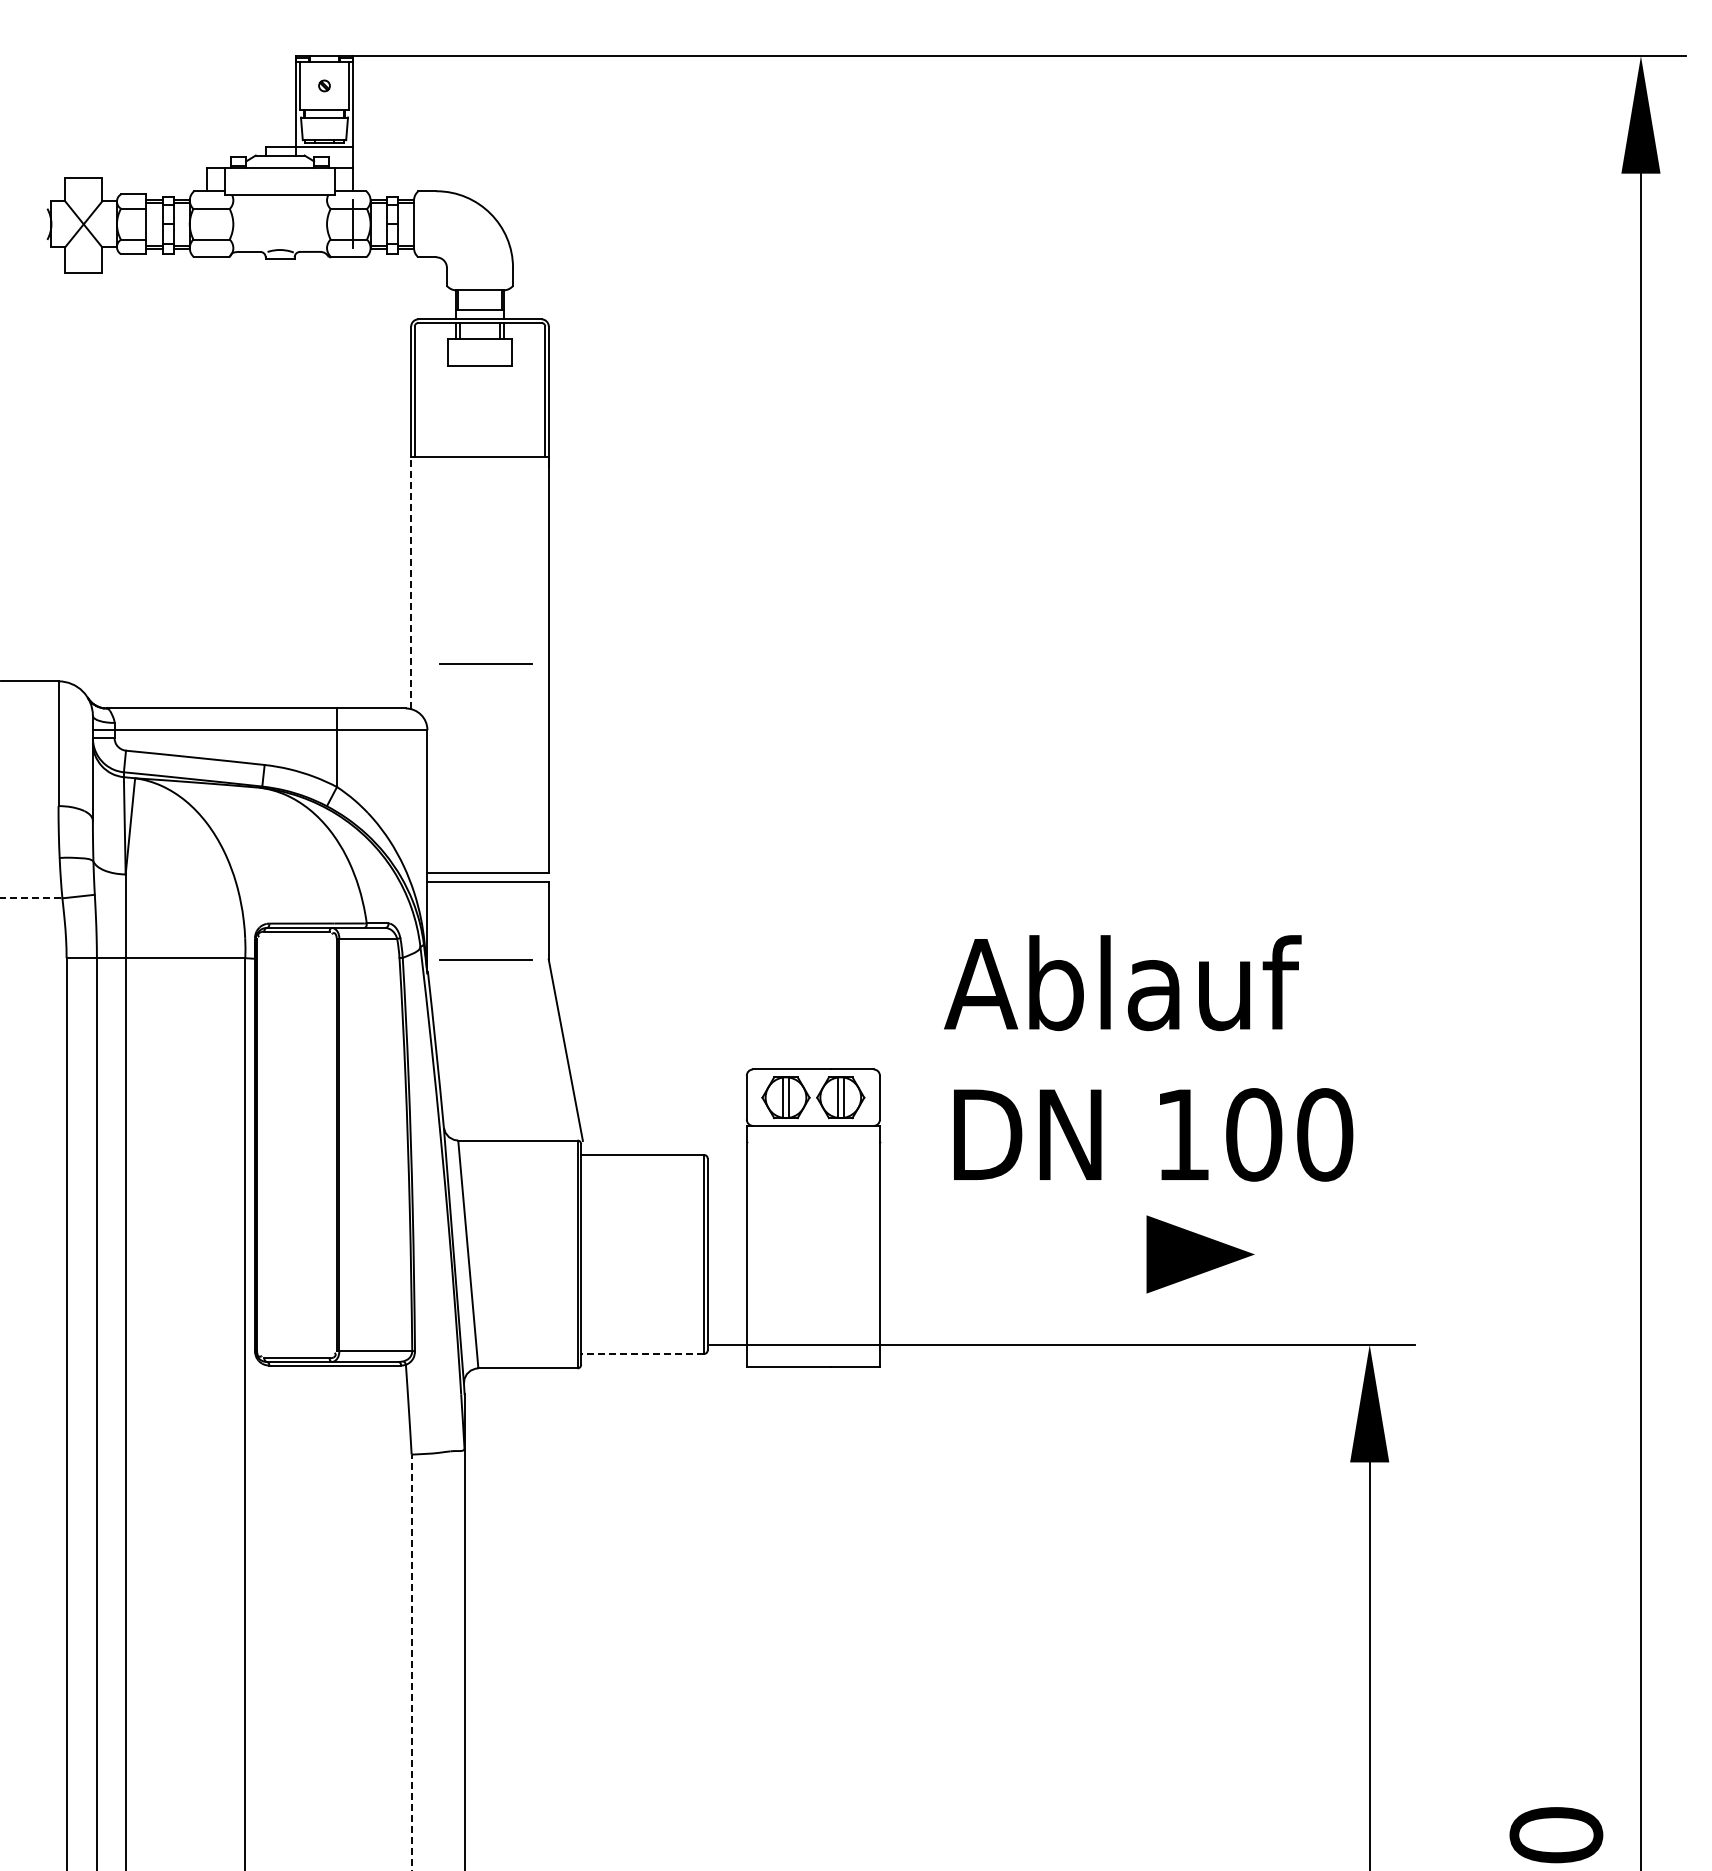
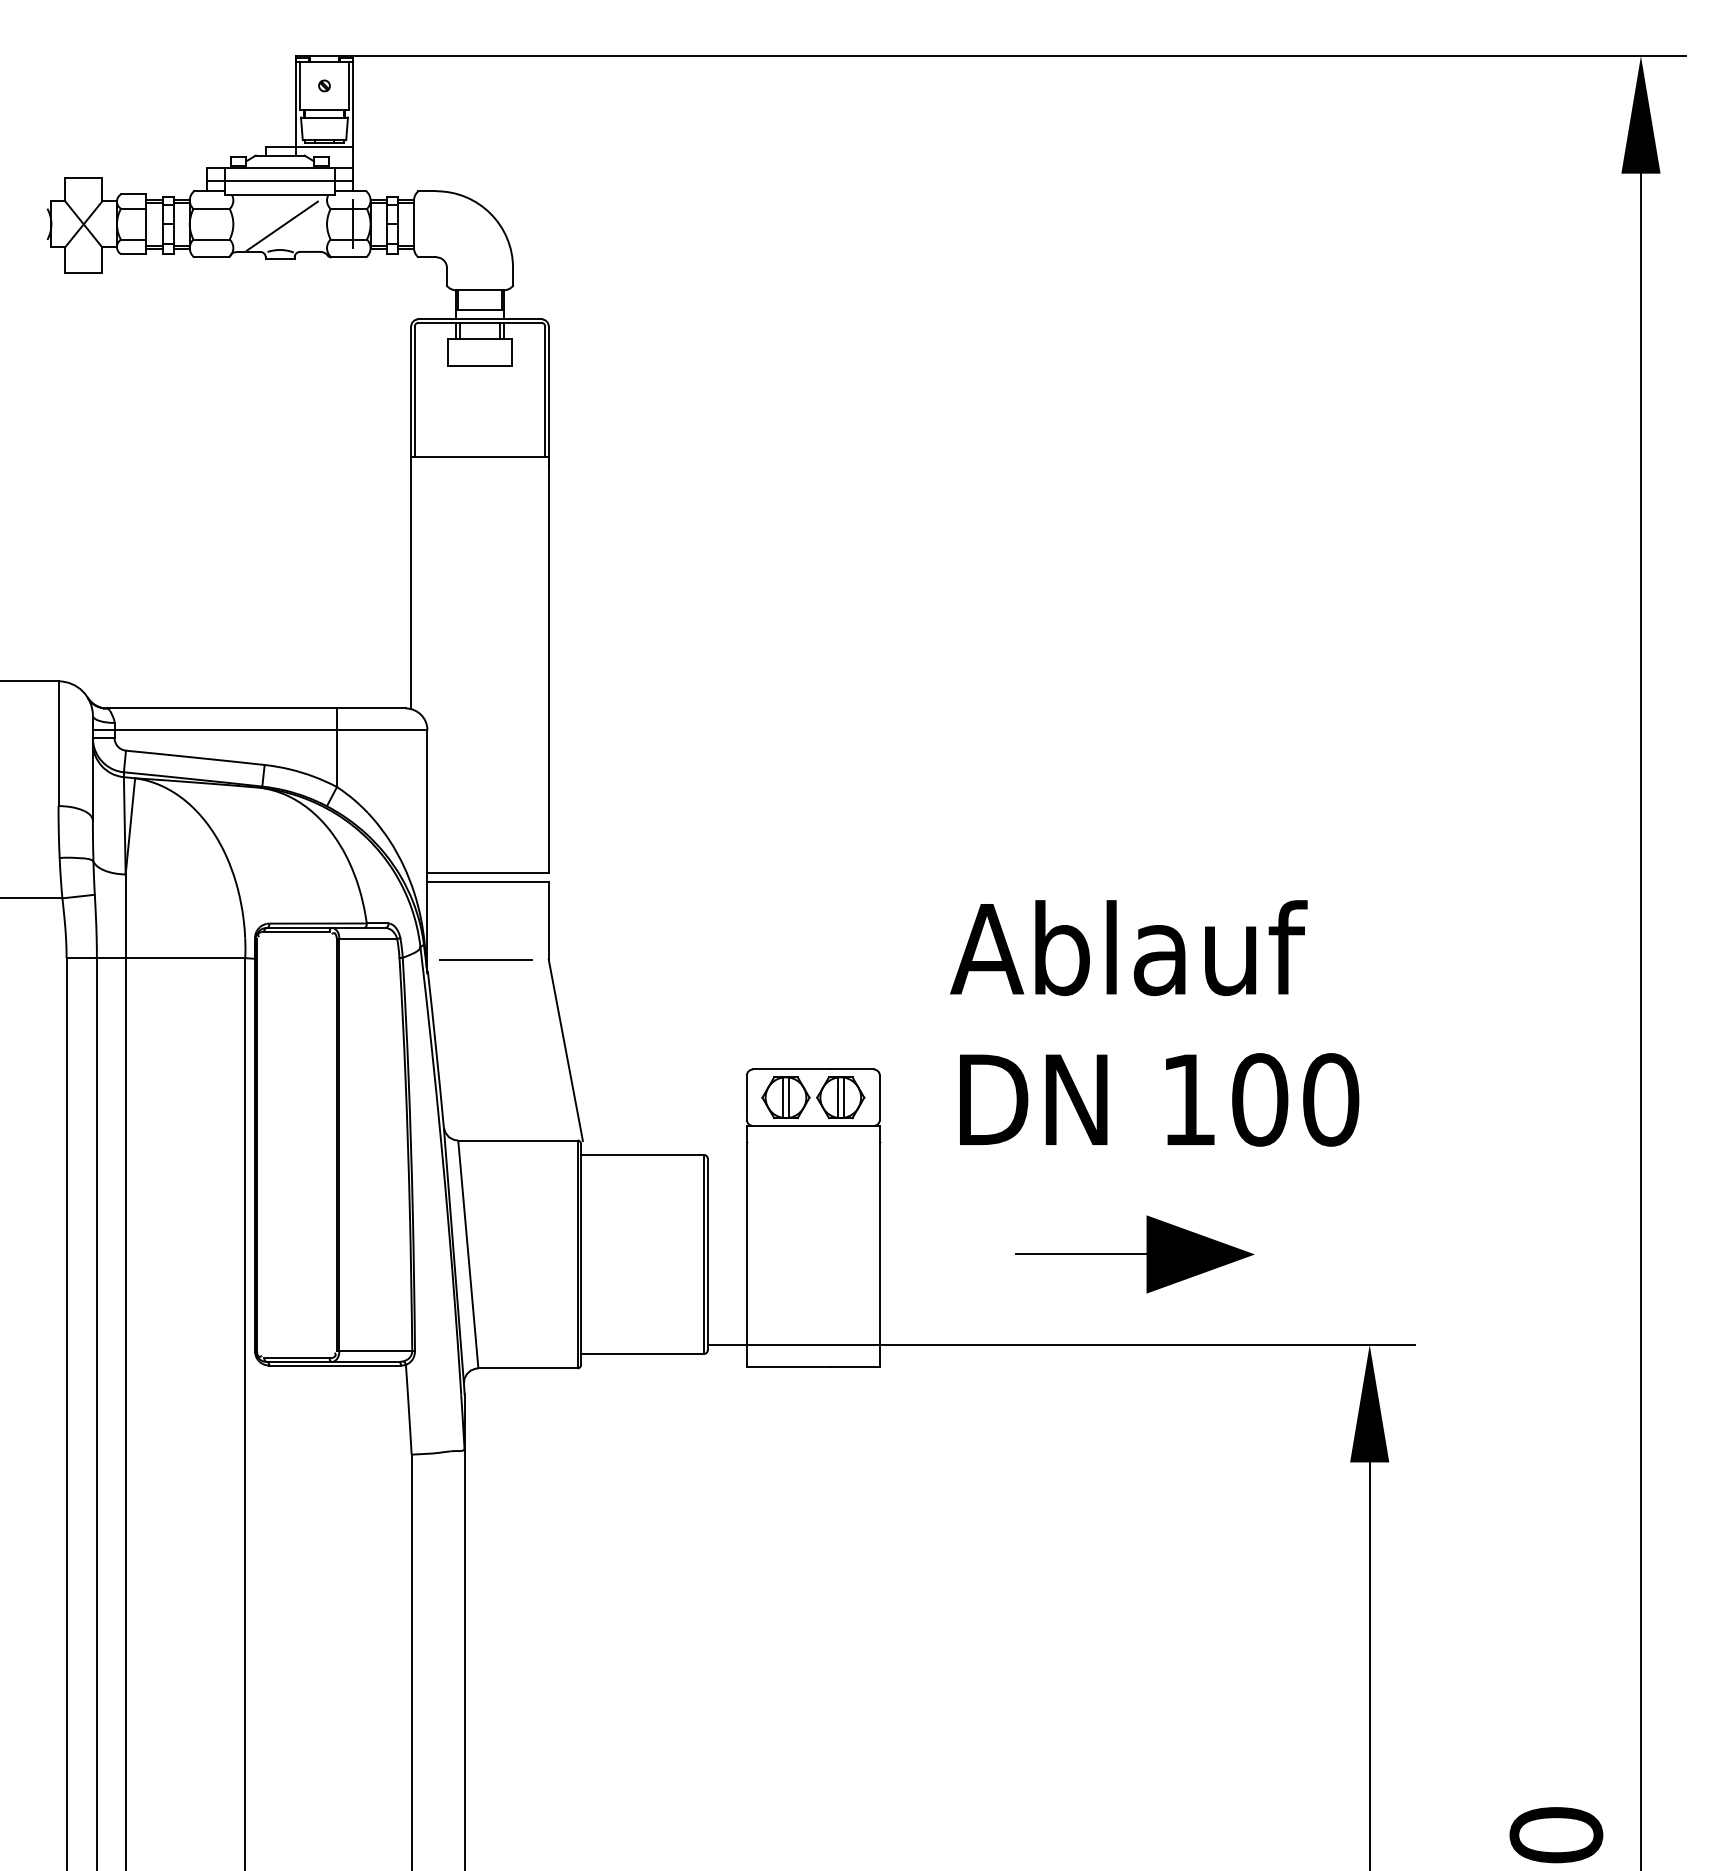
line at (279, 180): none -> present
line at (281, 225): none -> present
line at (411, 582): dashed -> solid
line at (485, 663): present -> none
line at (31, 898): dashed -> solid
text at (1148, 1058) position: (1148, 1058) -> (1154, 1023)
line at (1080, 1254): none -> present
line at (642, 1353): dashed -> solid
line at (411, 1662): dashed -> solid
